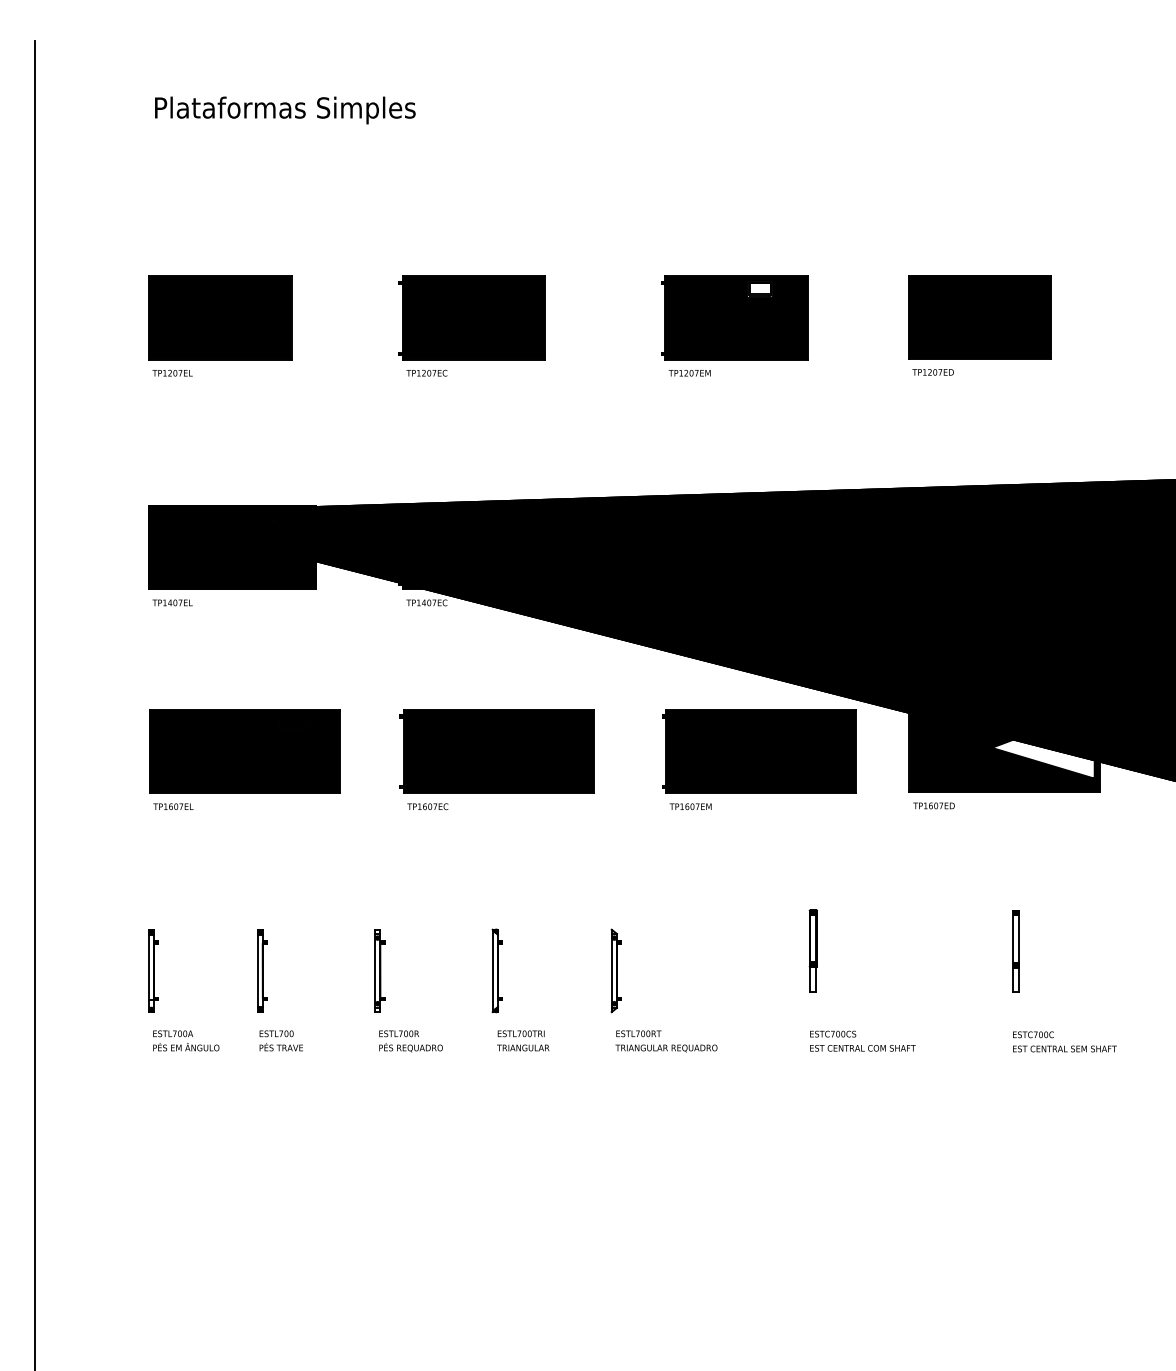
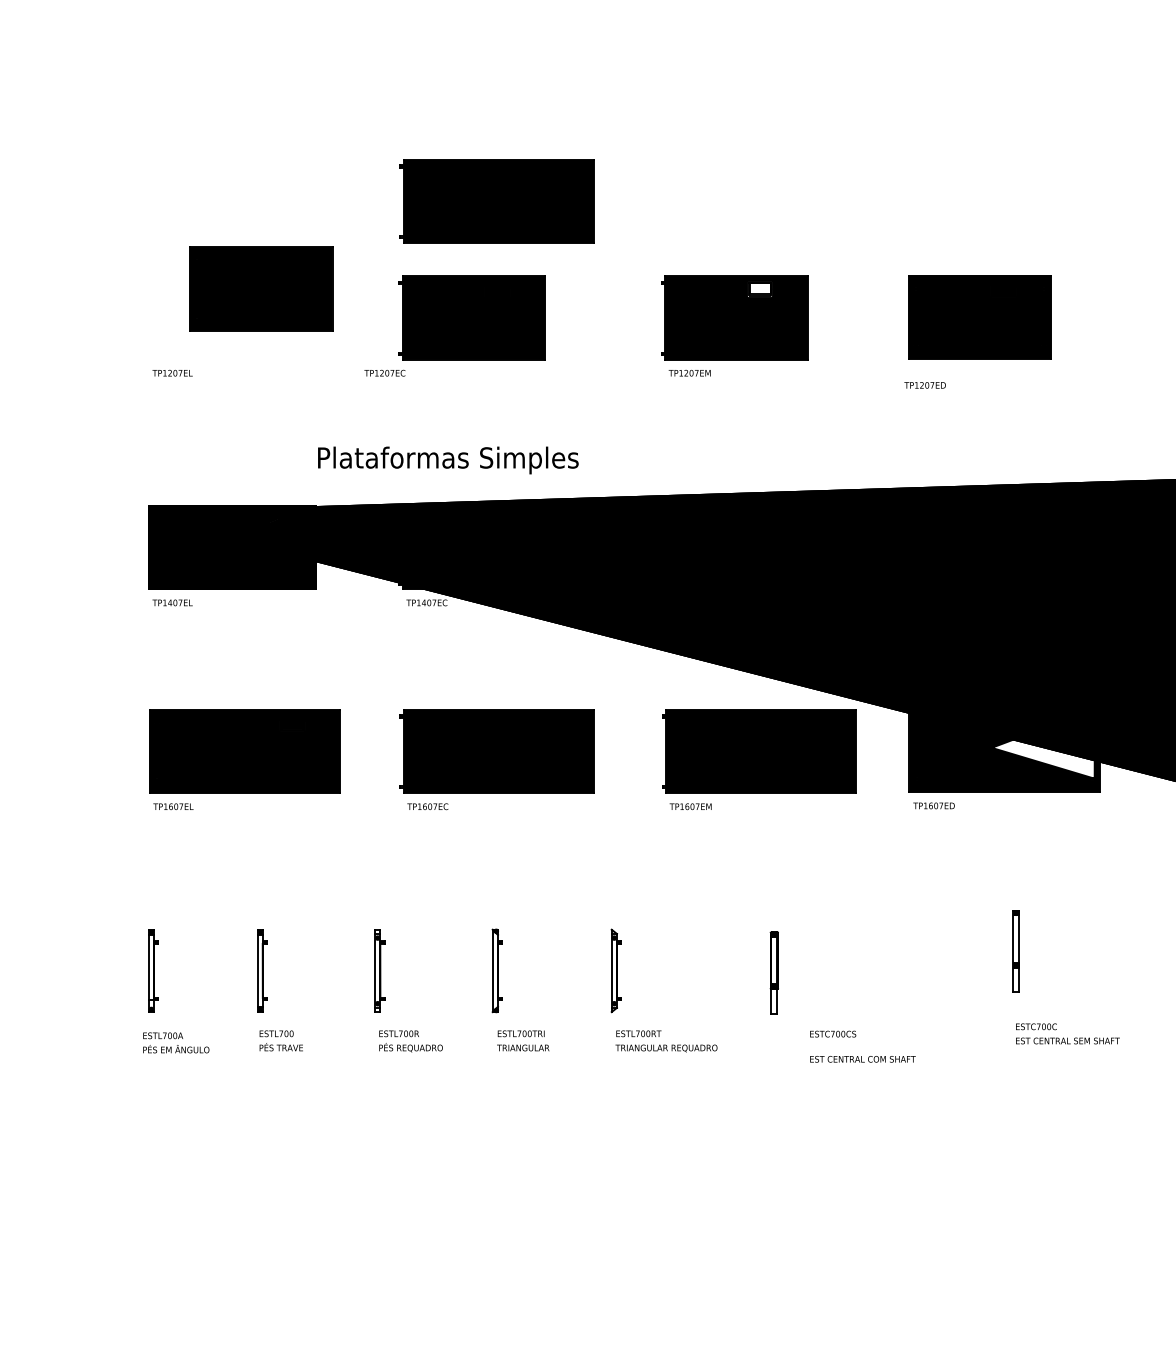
text at (285, 110) position: (285, 110) -> (448, 460)
part at (496, 201): none -> present
part at (220, 317) position: (220, 317) -> (261, 288)
text at (426, 372) position: (426, 372) -> (384, 372)
text at (932, 372) position: (932, 372) -> (924, 385)
line at (35, 704): present -> none
part at (812, 950) position: (812, 950) -> (773, 972)
text at (186, 1040) position: (186, 1040) -> (176, 1042)
text at (1064, 1041) position: (1064, 1041) -> (1067, 1033)
text at (862, 1048) position: (862, 1048) -> (862, 1059)
